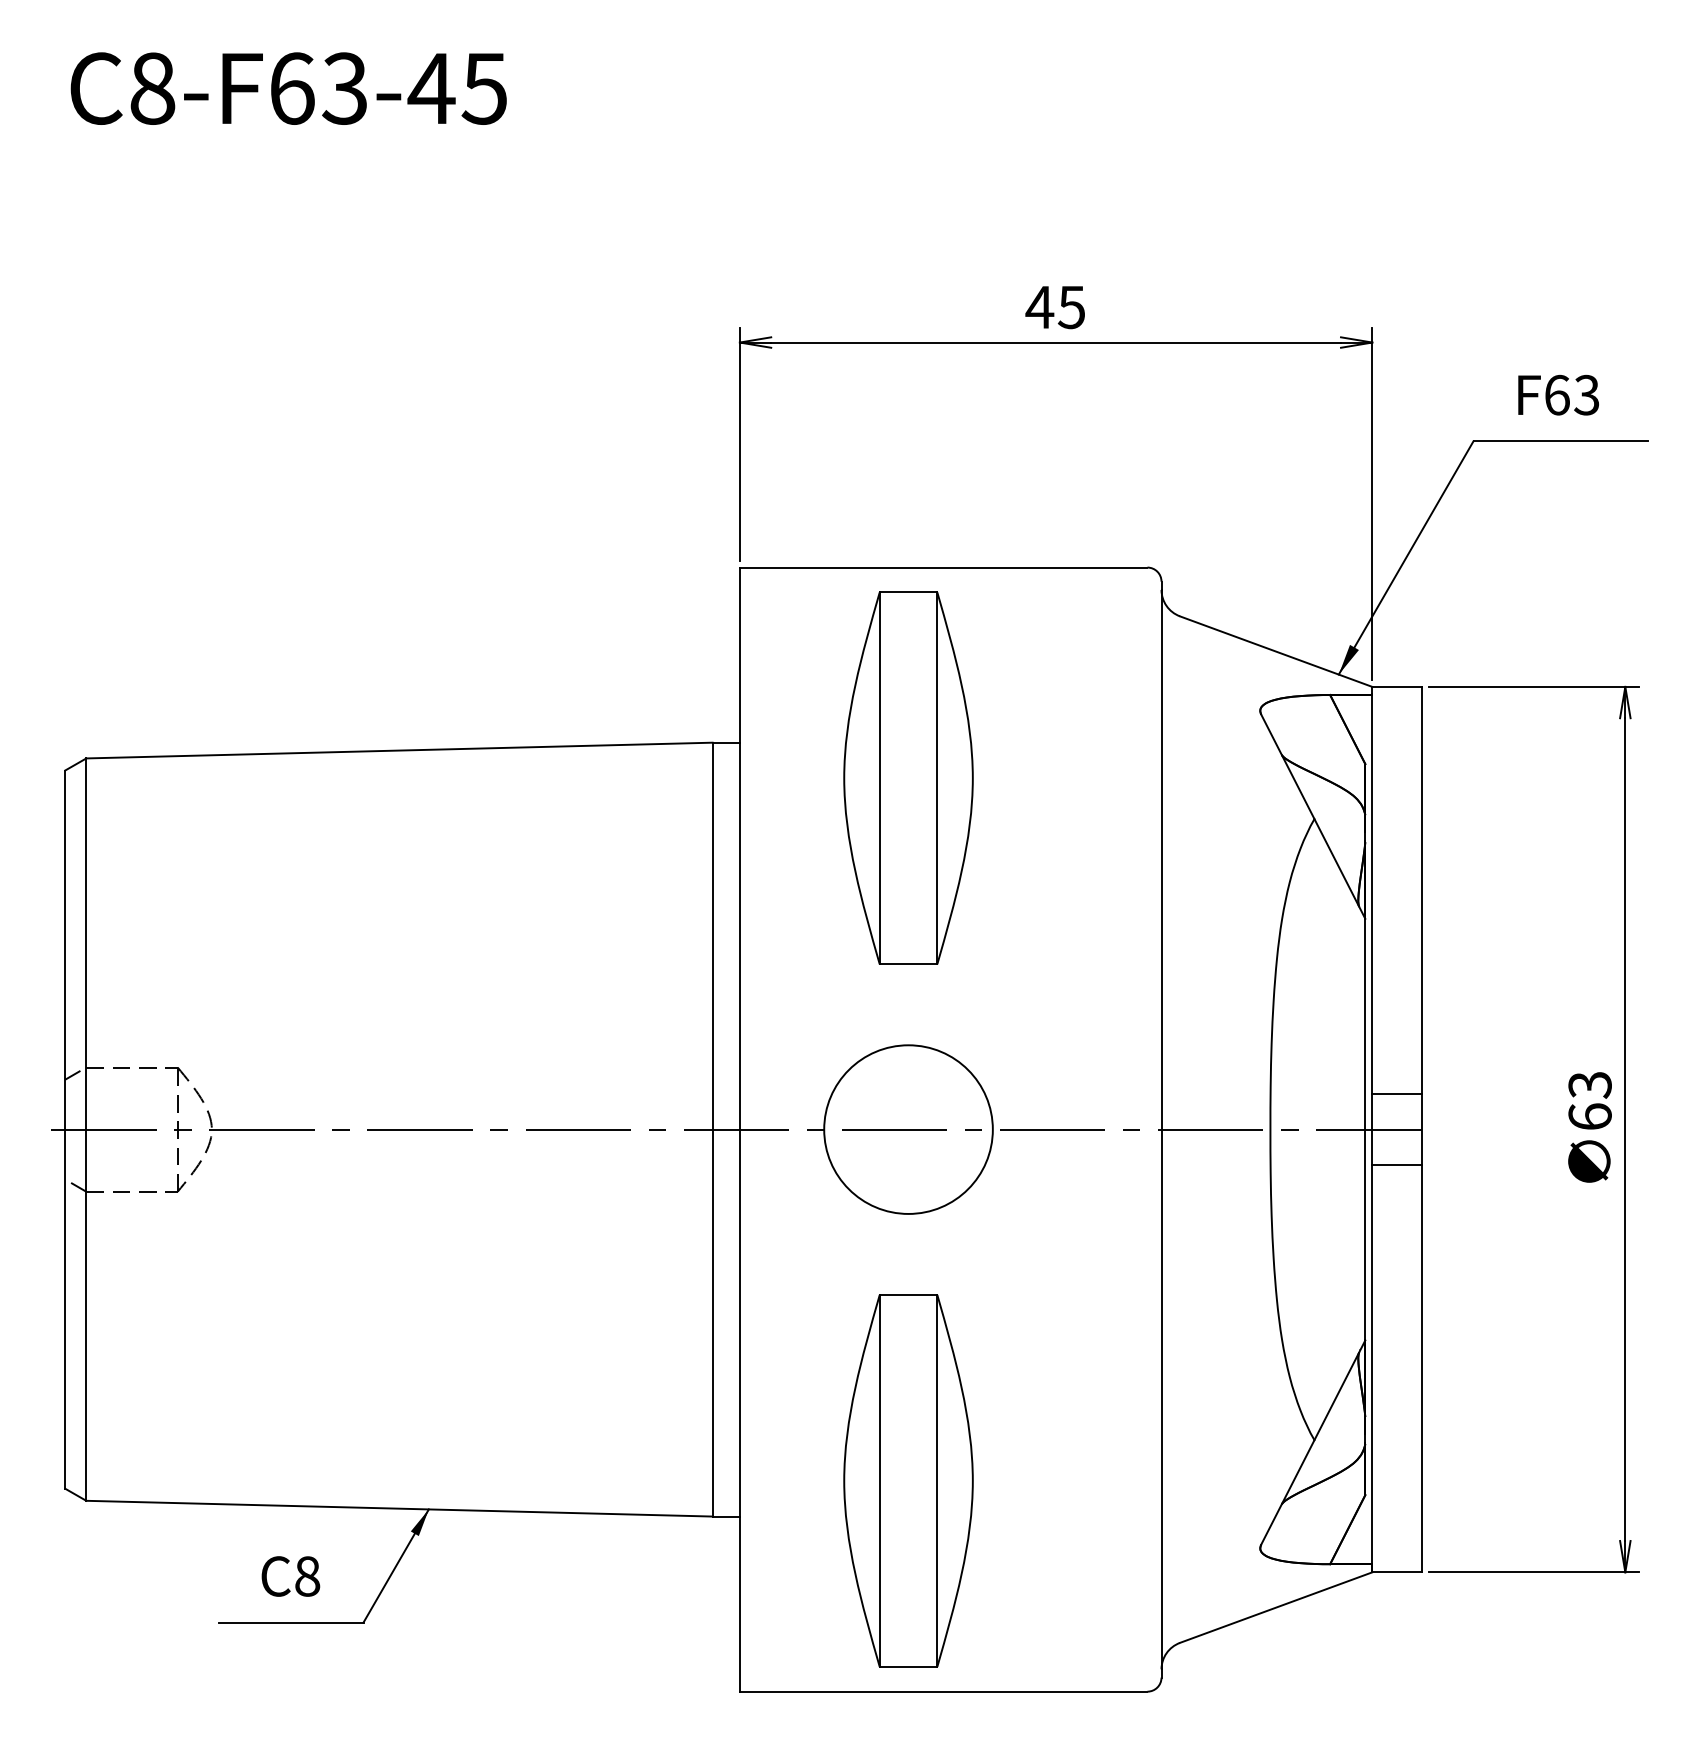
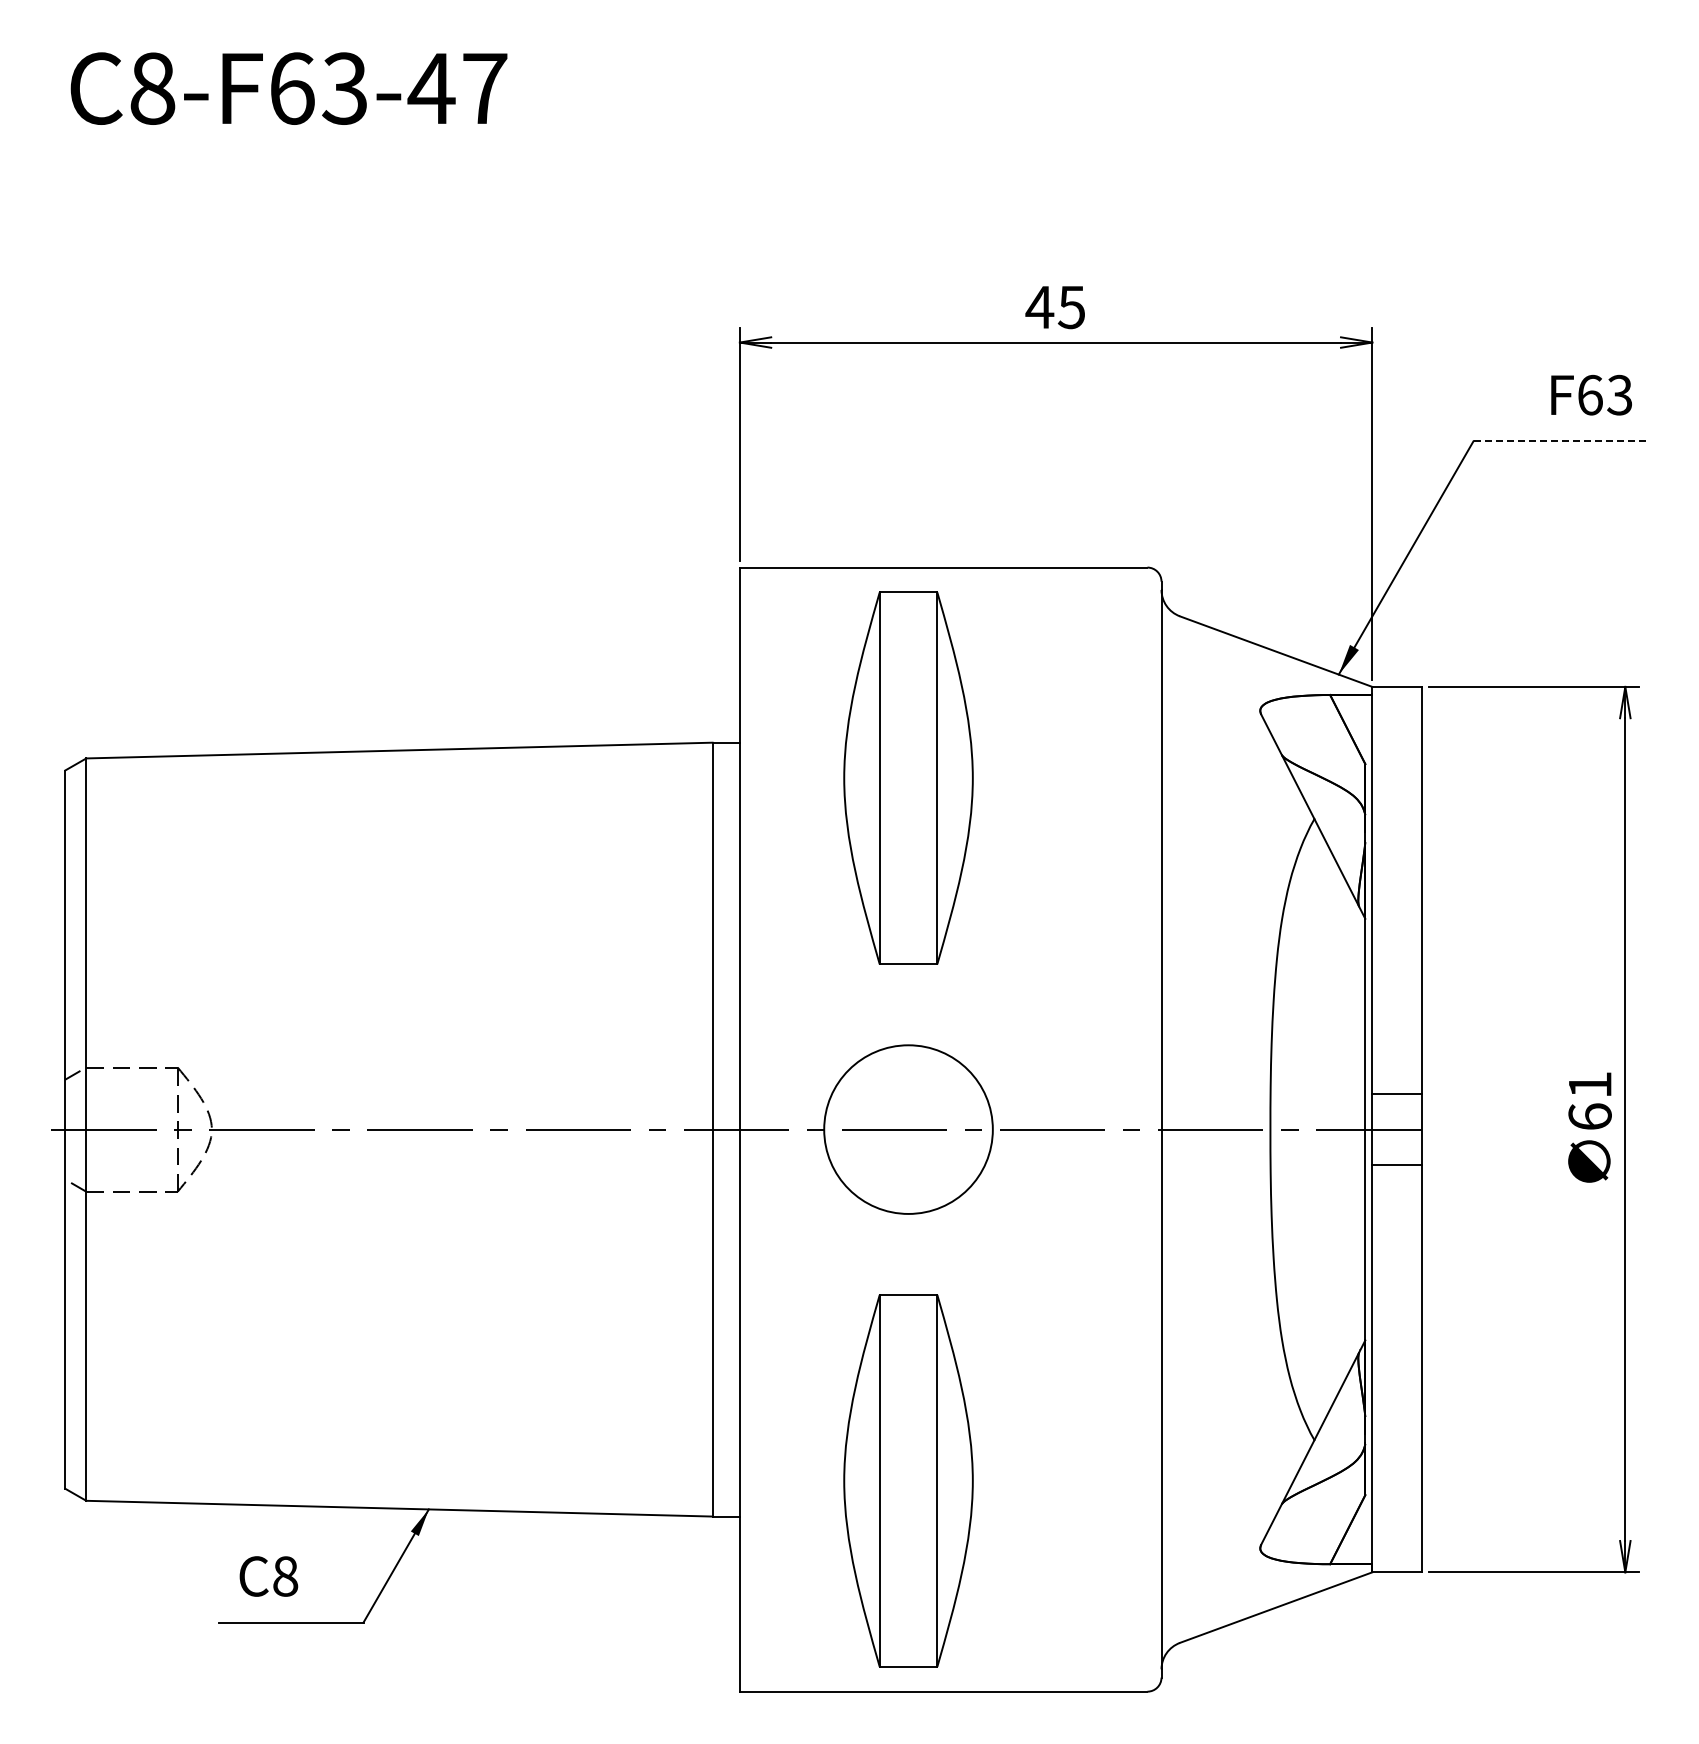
text at (484, 88): C8-F63-45 -> C8-F63-47
text at (1558, 394) position: (1558, 394) -> (1591, 394)
line at (1561, 441): solid -> dashed
text at (1589, 1085): 63 -> 61
text at (290, 1576) position: (290, 1576) -> (268, 1576)
